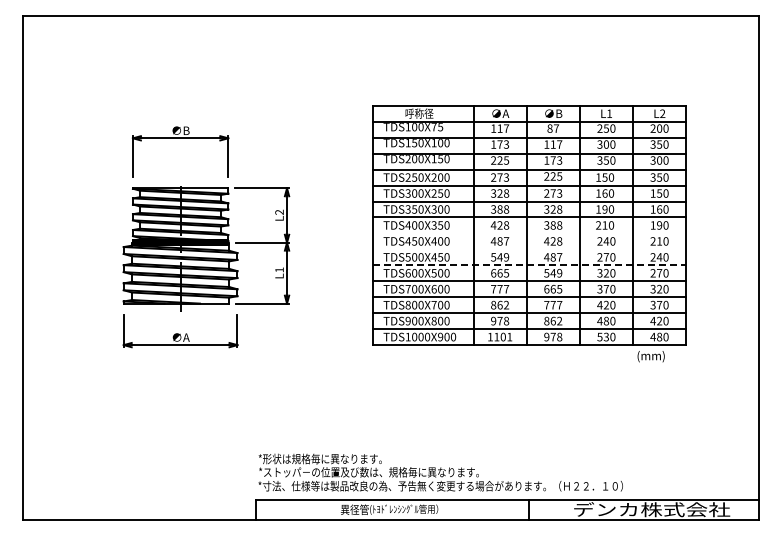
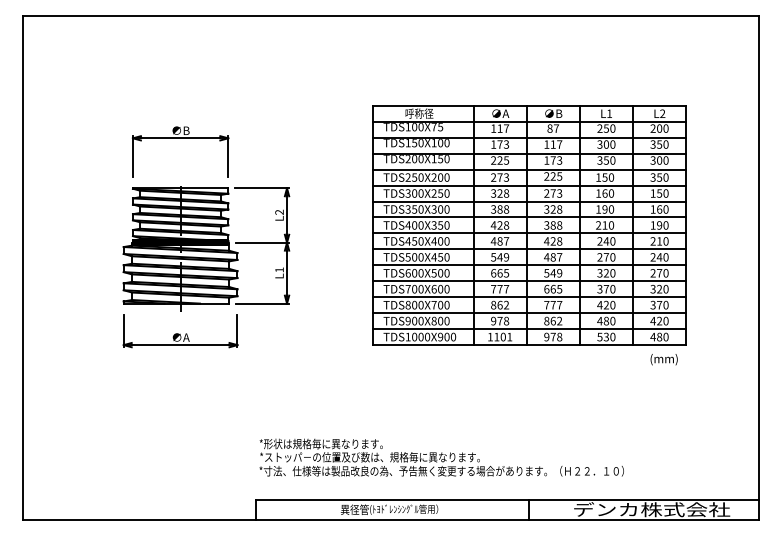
line at (529, 233): none -> present
line at (529, 249): none -> present
line at (529, 265): dashed -> solid
text at (650, 356) position: (650, 356) -> (663, 359)
text at (440, 472) position: (440, 472) -> (441, 457)
